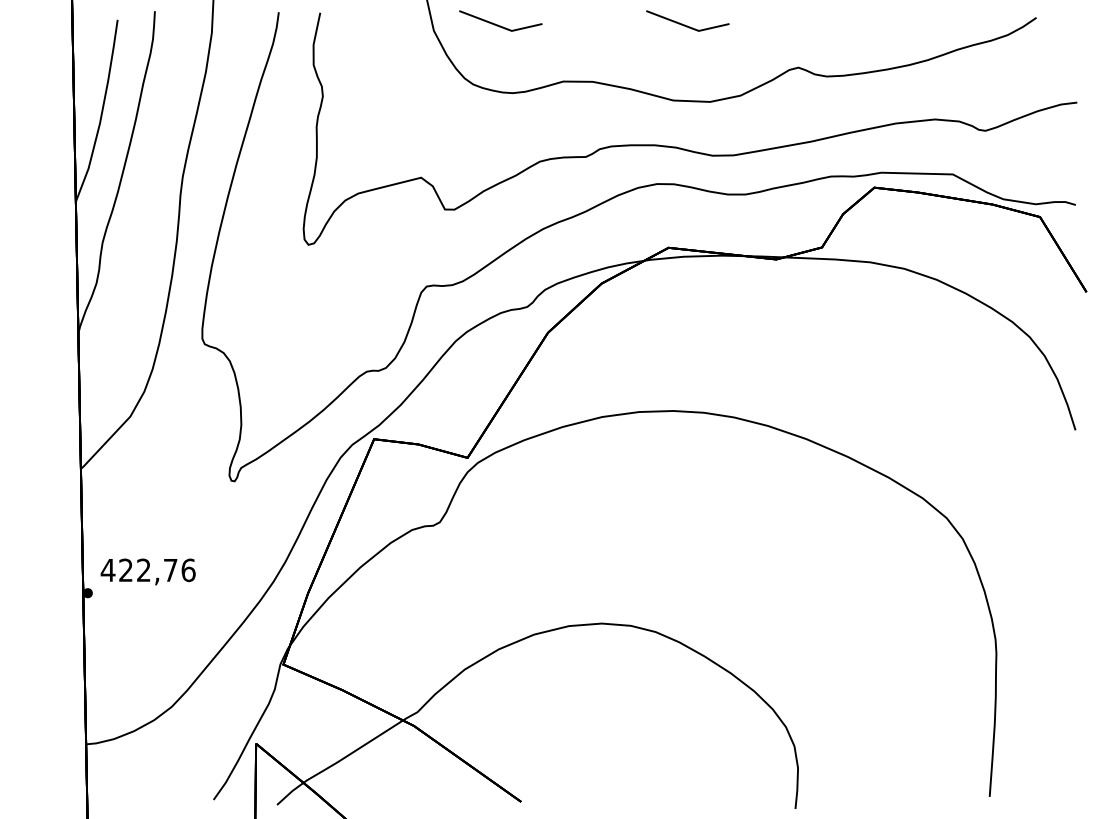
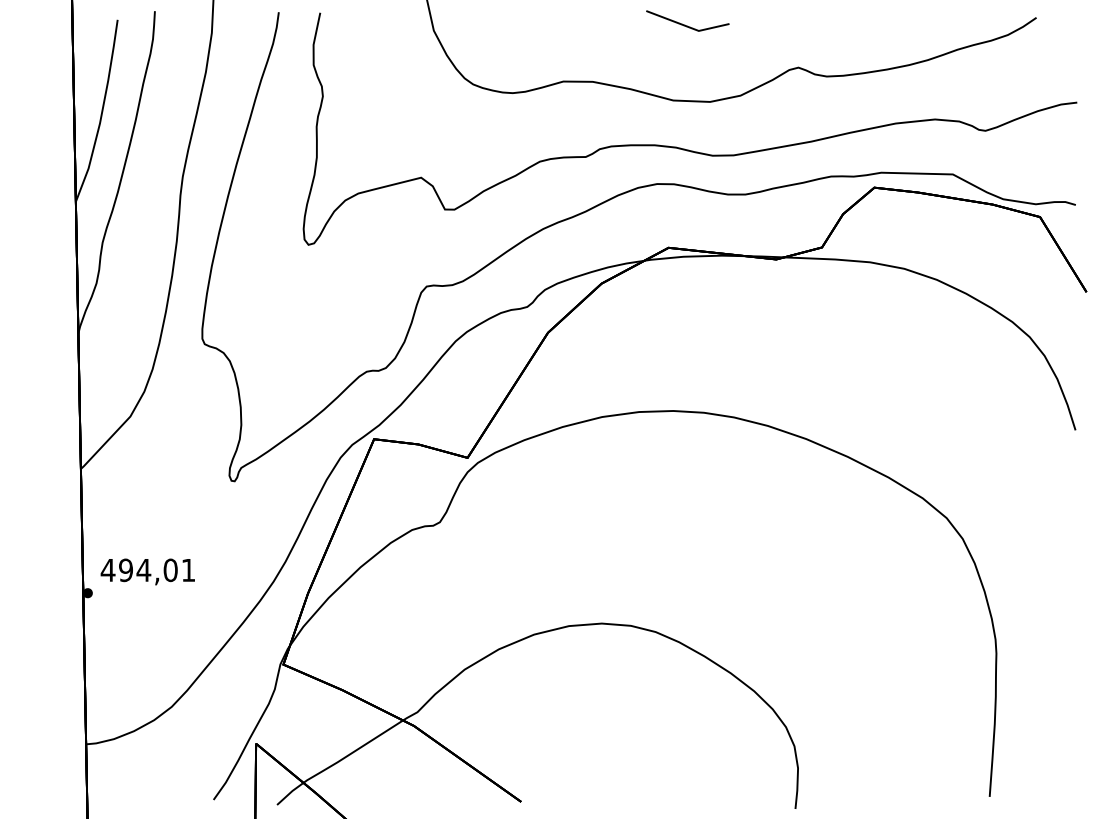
line at (498, 24): present -> none
text at (157, 570): 422,76 -> 494,01
